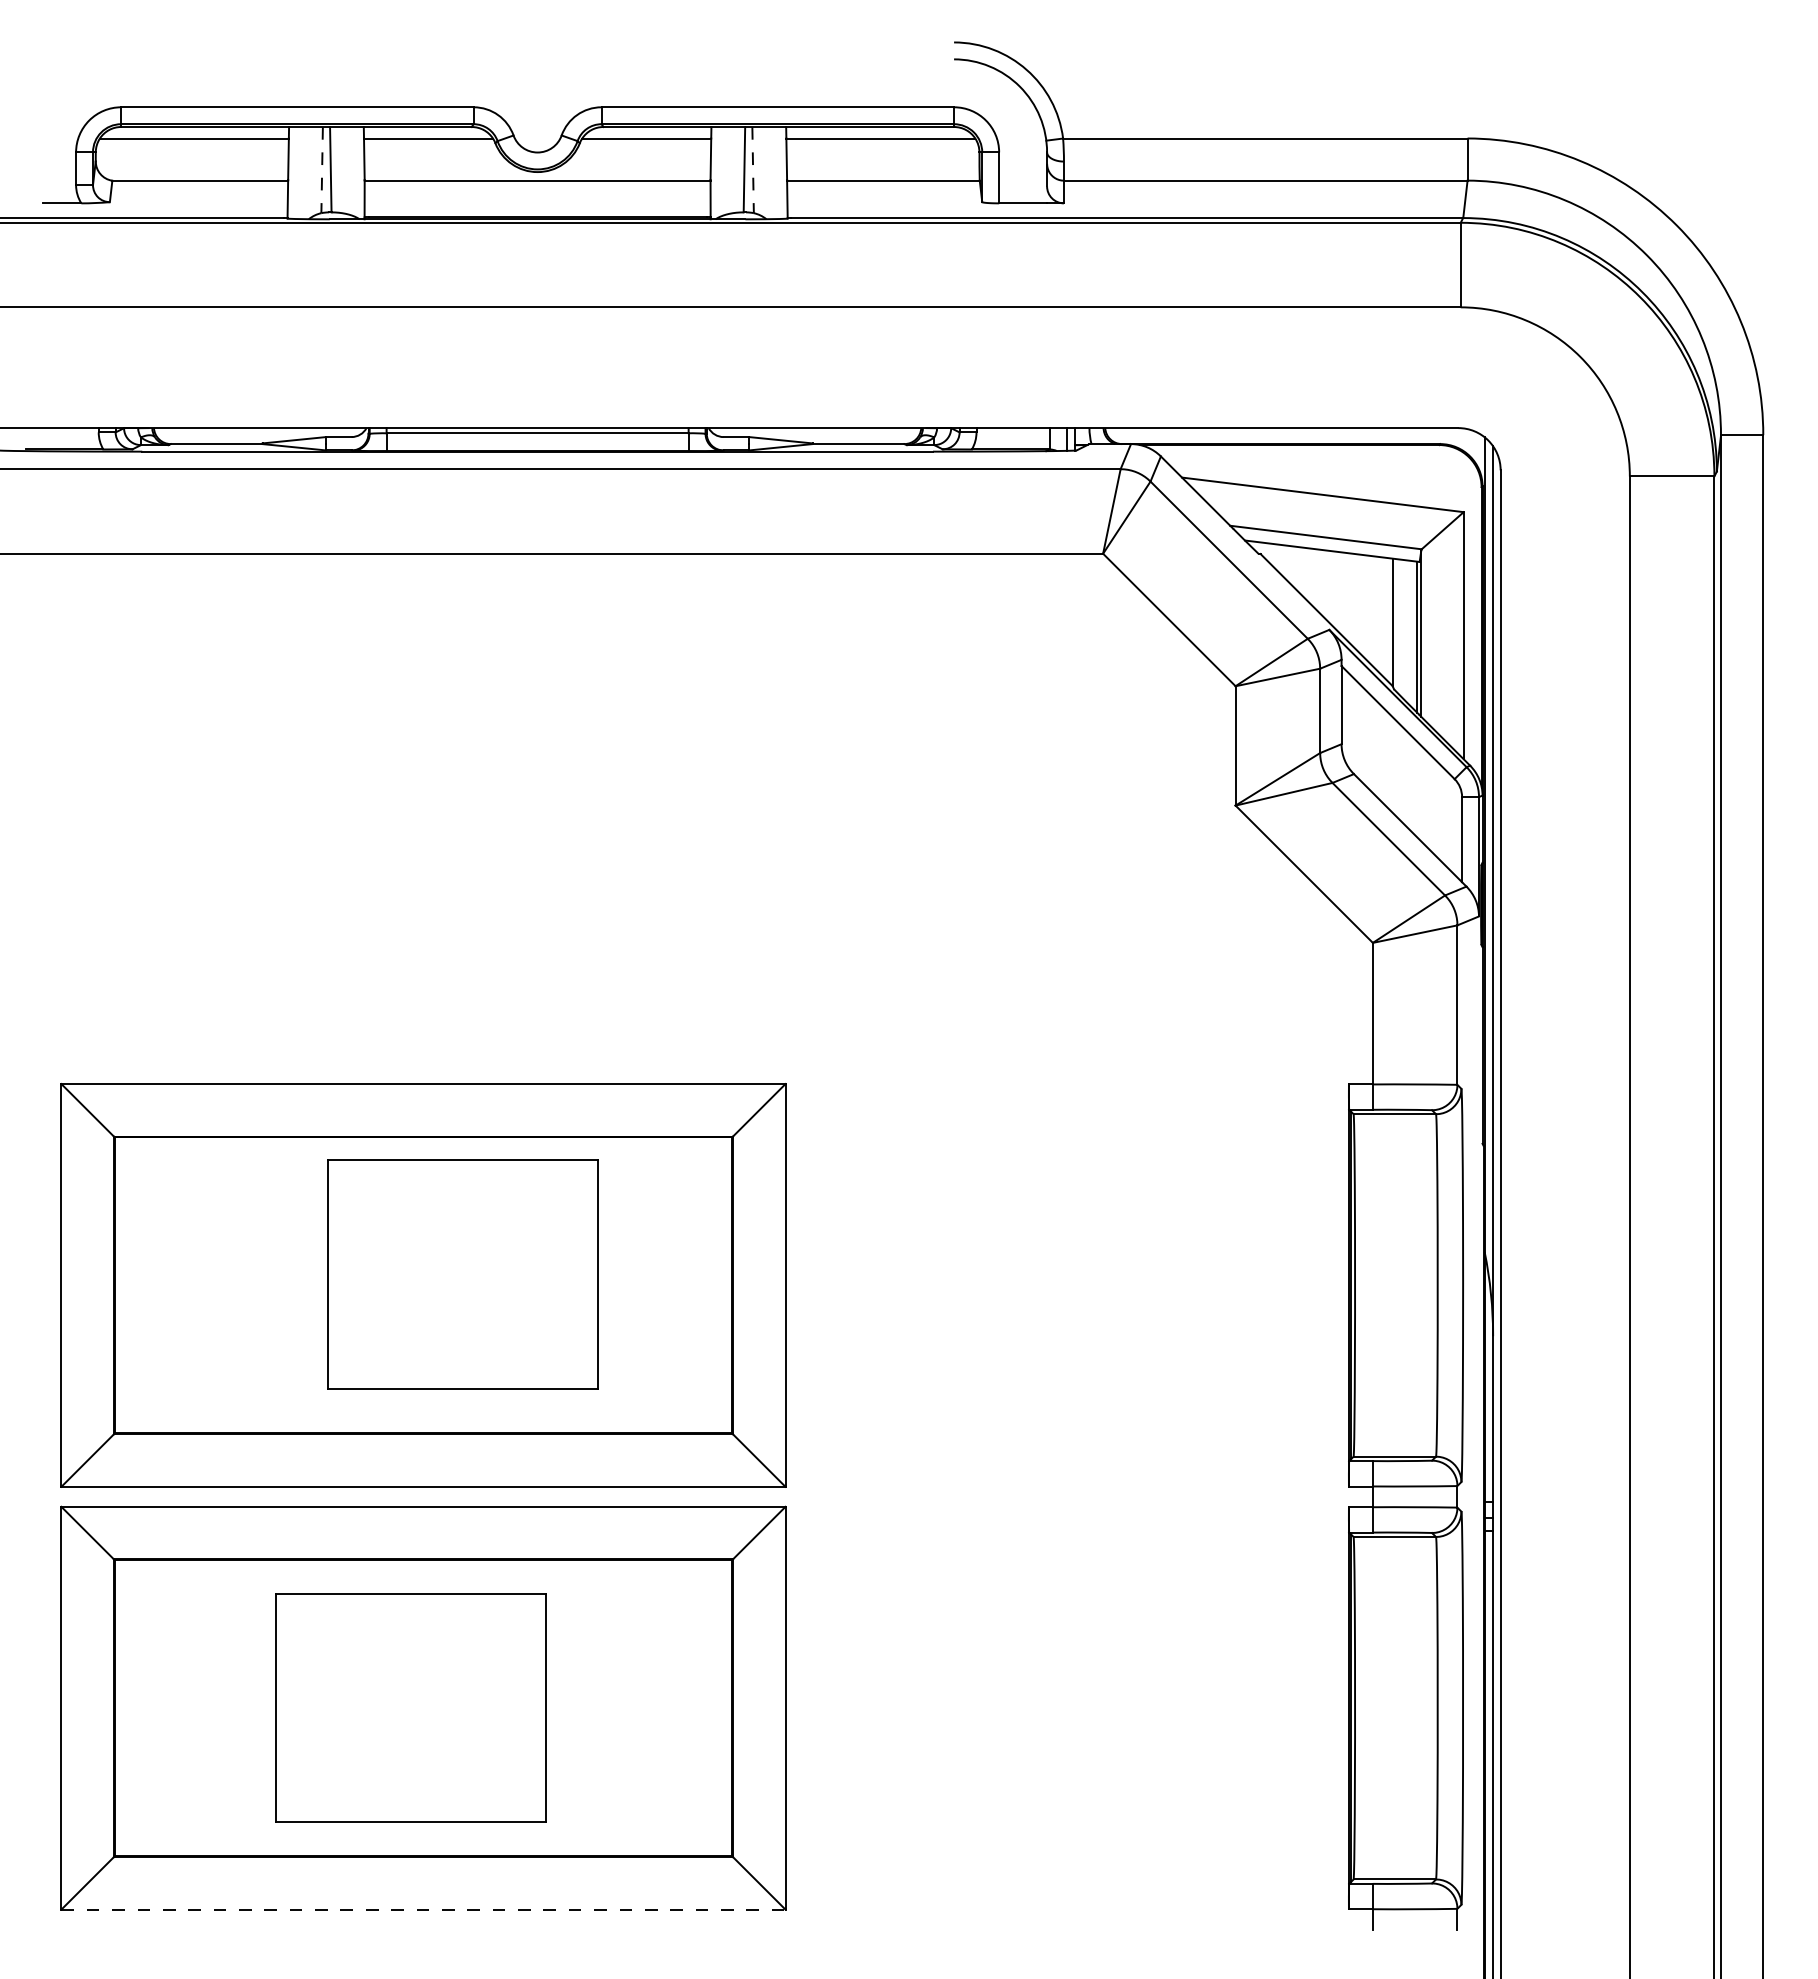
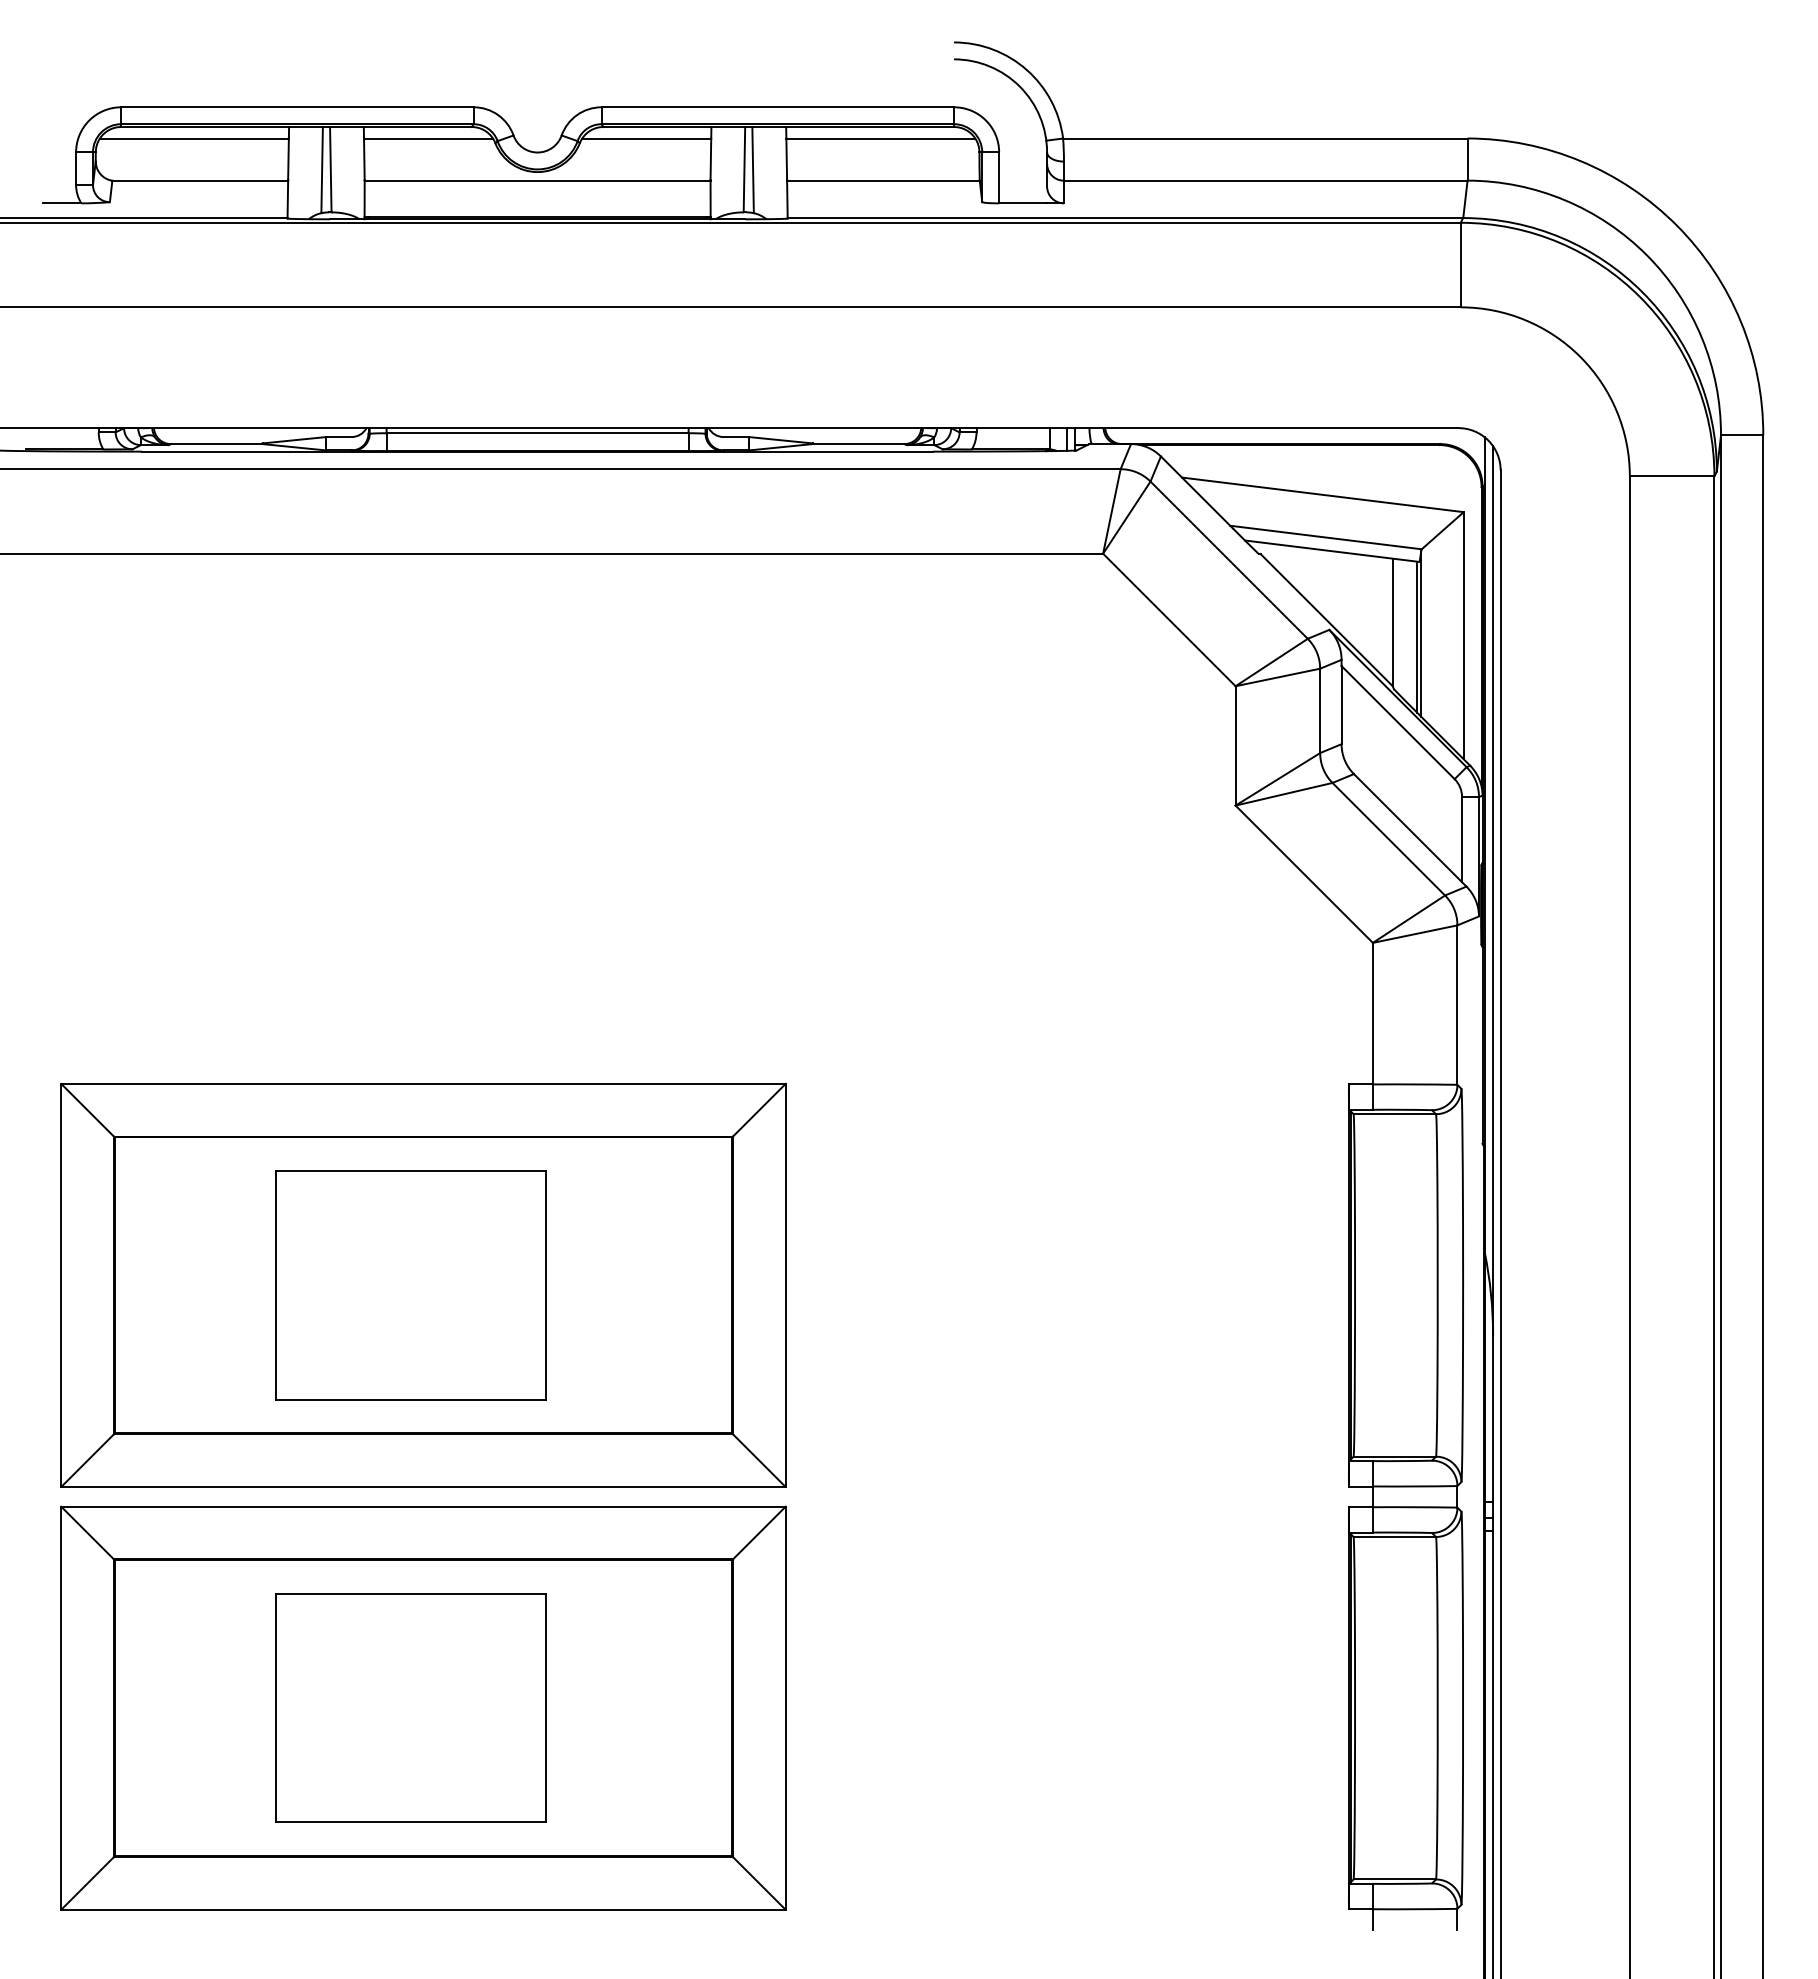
line at (322, 170): dashed -> solid
line at (753, 170): dashed -> solid
part at (462, 1274) position: (462, 1274) -> (410, 1285)
line at (423, 1909): dashed -> solid
